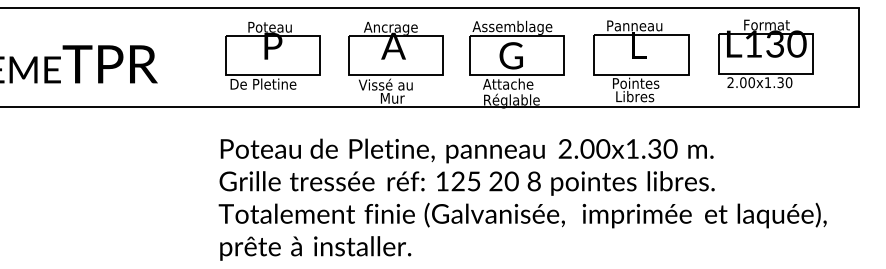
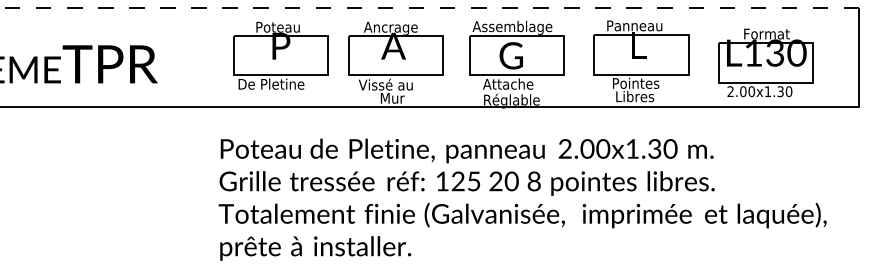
line at (429, 8): solid -> dashed
part at (765, 53) position: (765, 53) -> (765, 62)
part at (272, 55) position: (272, 55) -> (280, 55)
